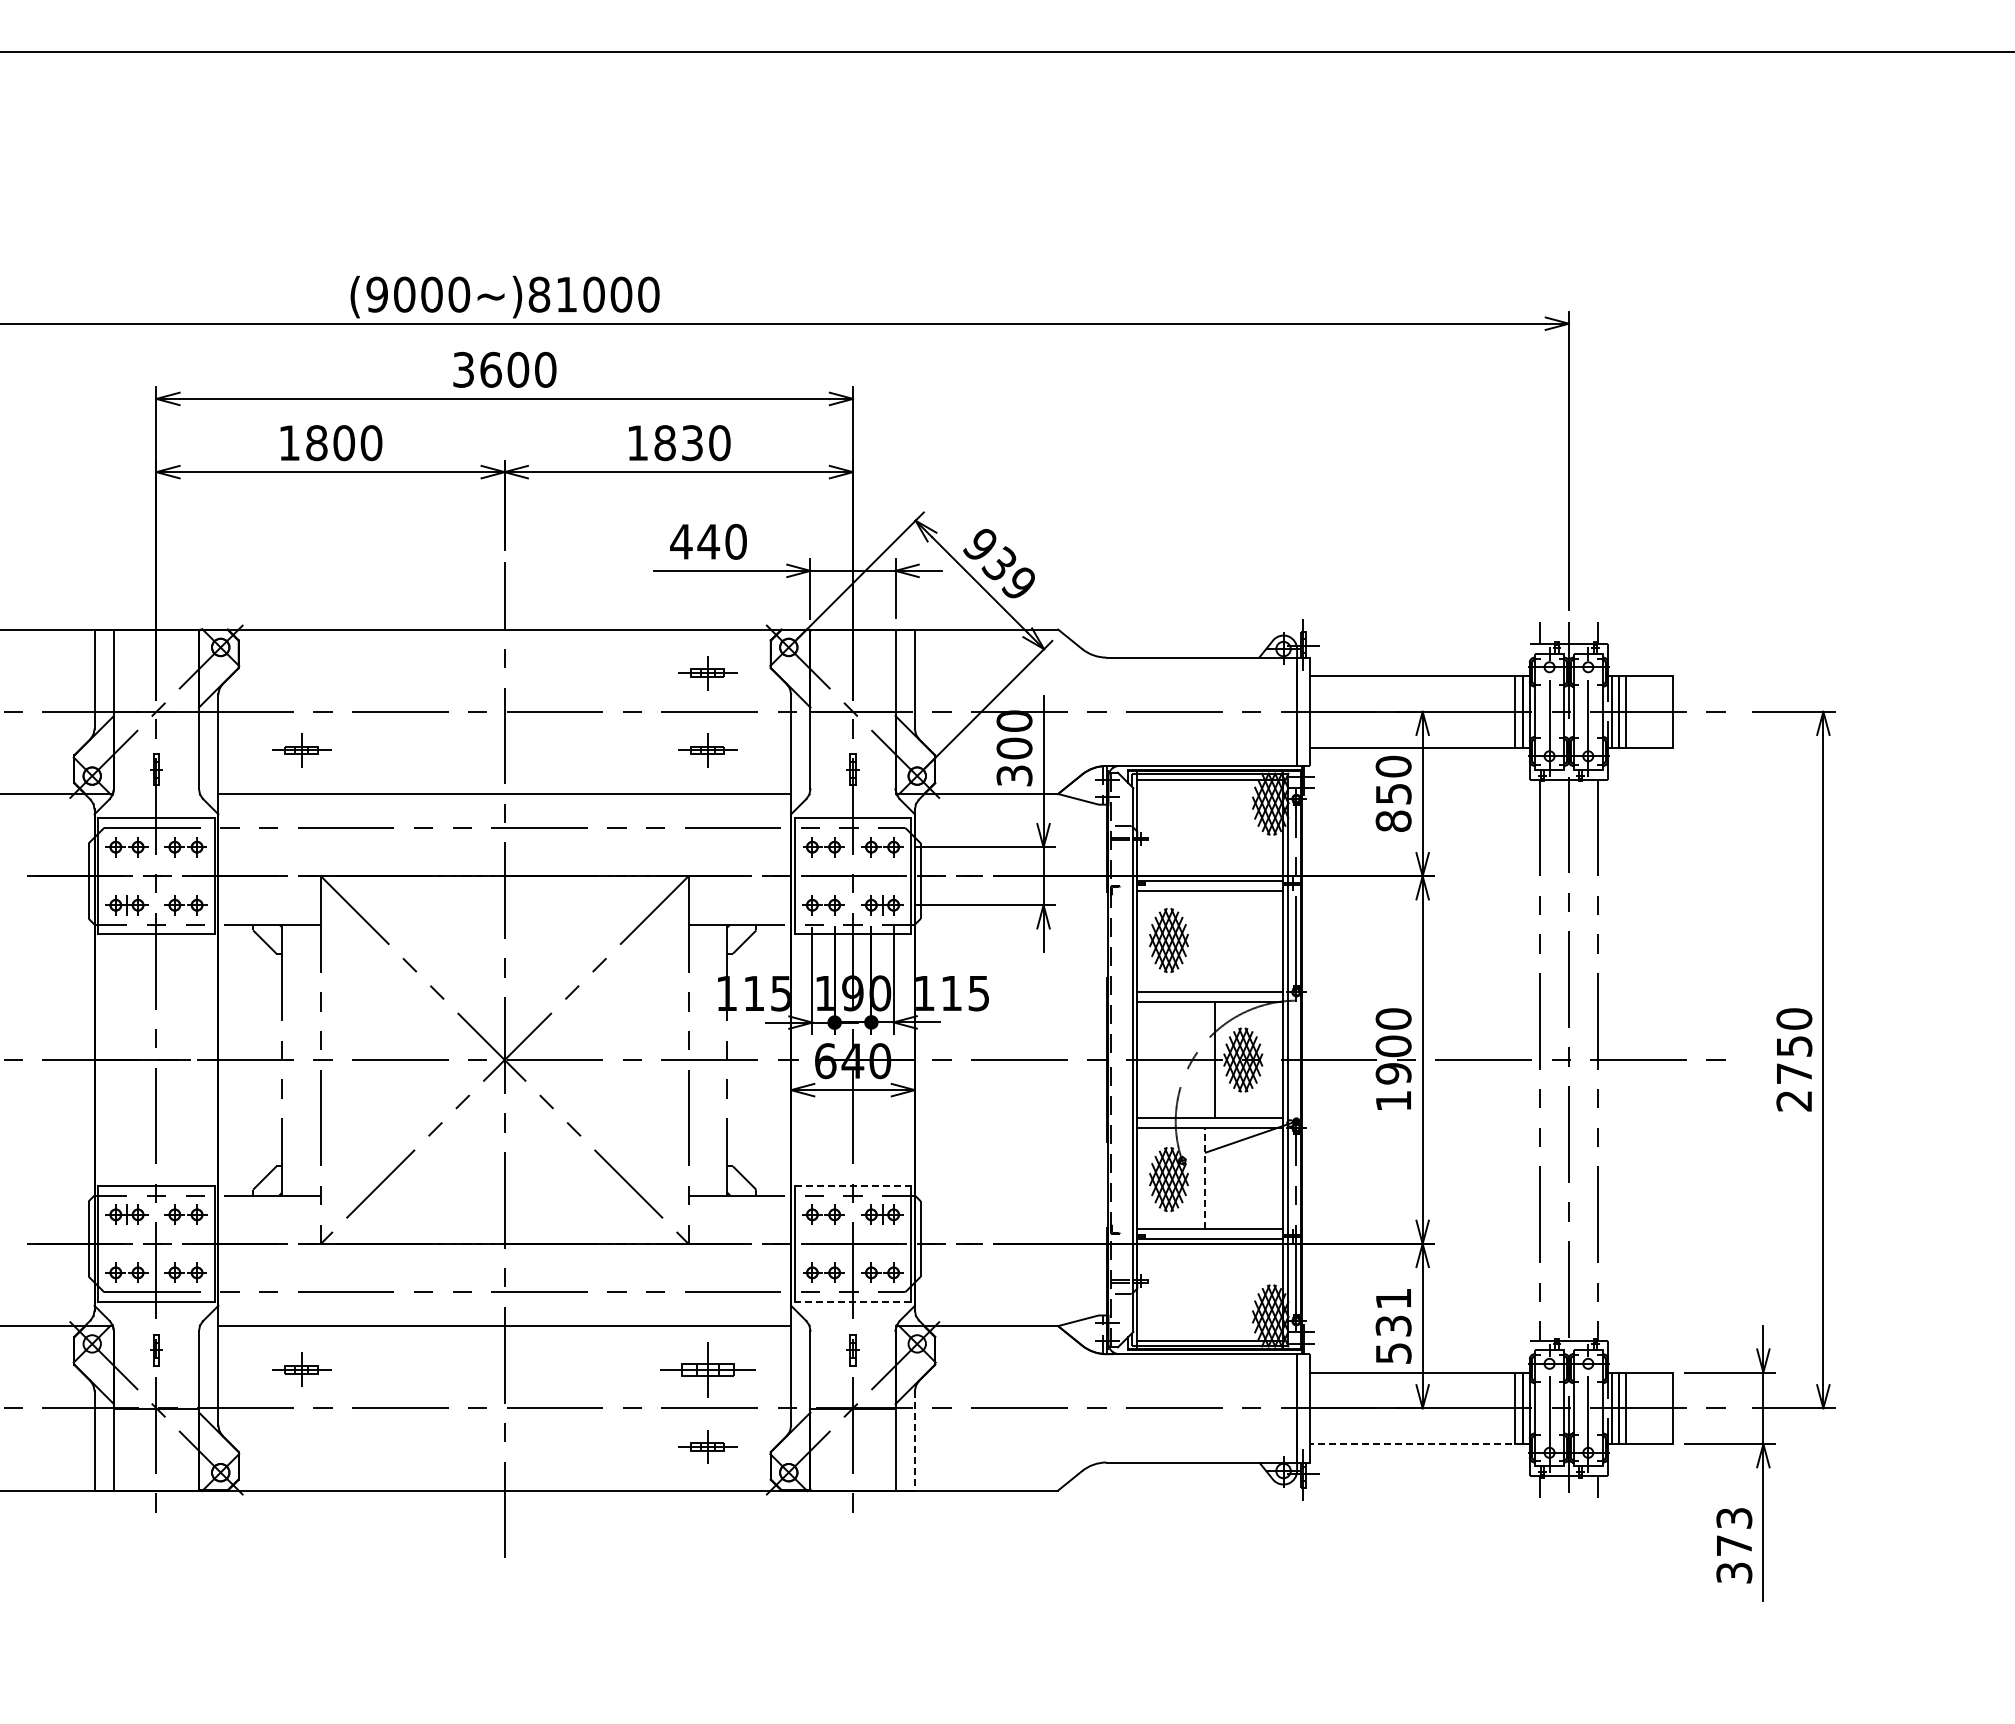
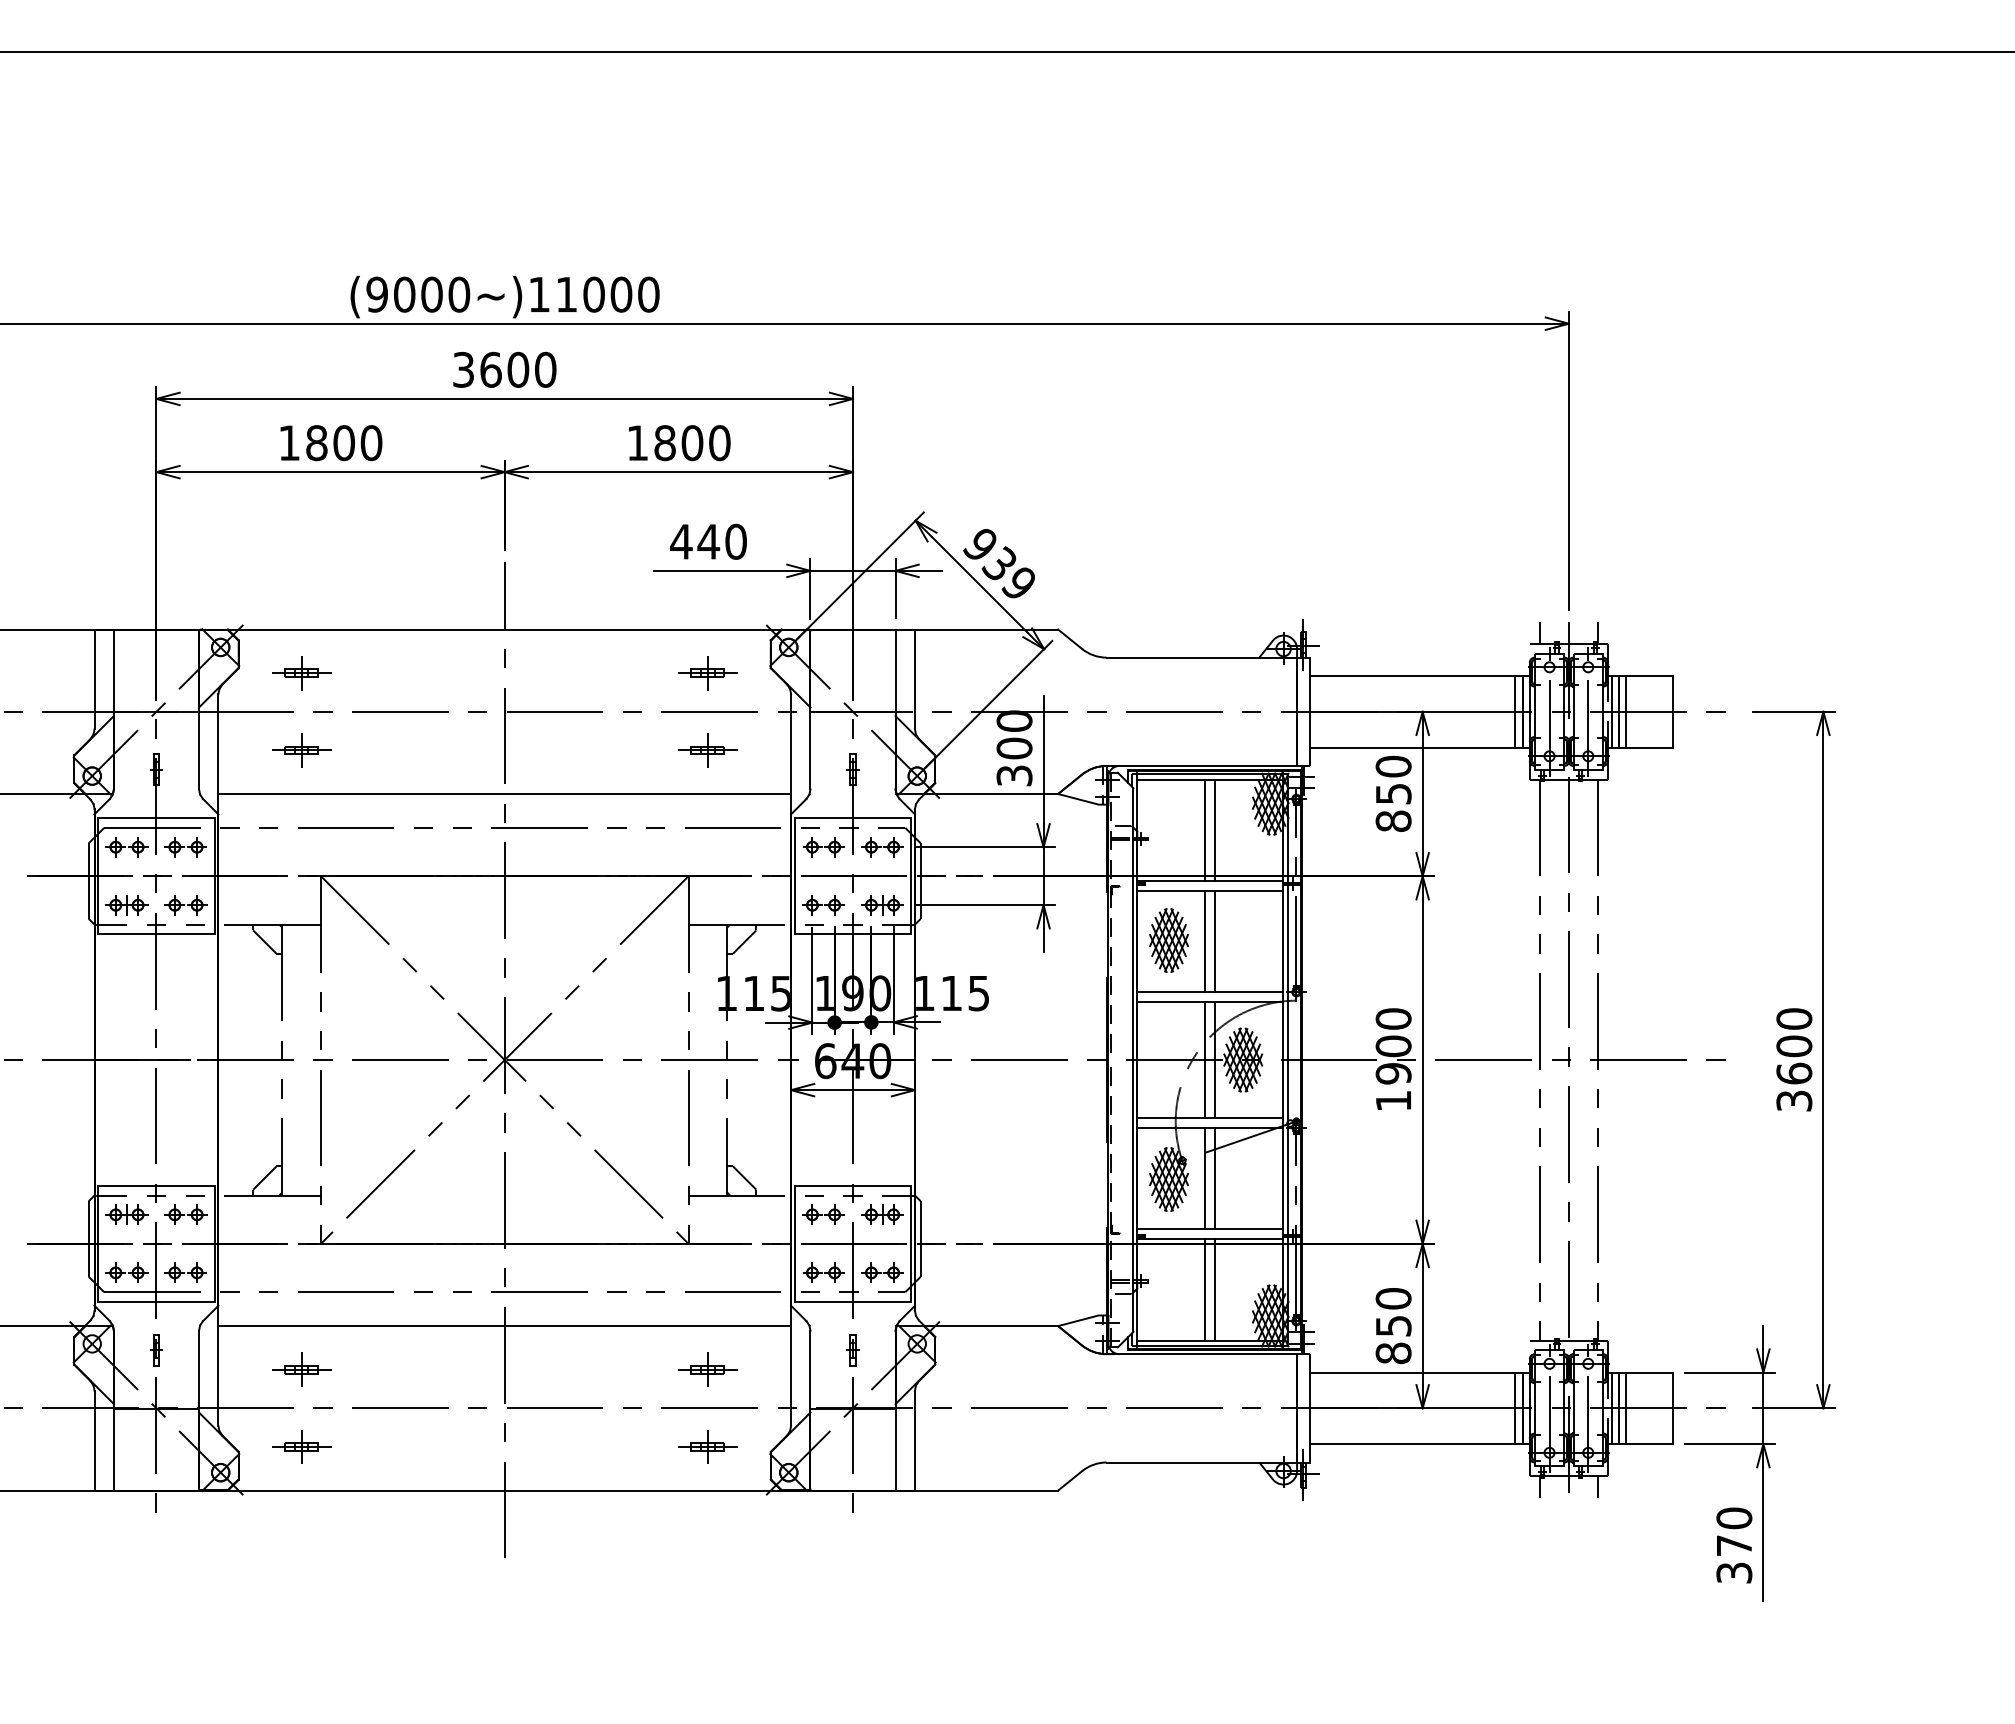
text at (539, 294): (9000~)81000 -> (9000~)11000
text at (692, 443): 1830 -> 1800
part at (301, 673): none -> present
line at (1205, 830): none -> present
line at (1214, 830): none -> present
line at (1205, 941): none -> present
line at (1214, 941): none -> present
line at (1205, 1060): none -> present
text at (1794, 1073): 2750 -> 3600
line at (1205, 1178): dashed -> solid
line at (1214, 1178): none -> present
line at (853, 1185): dashed -> solid
line at (1205, 1289): none -> present
line at (1214, 1289): none -> present
line at (852, 1301): dashed -> solid
text at (1393, 1326): 531 -> 850
part at (707, 1369) size: 96x56 px -> 60x35 px
line at (914, 1440): dashed -> solid
line at (1415, 1444): dashed -> solid
part at (301, 1446): none -> present
text at (1734, 1518): 373 -> 370
